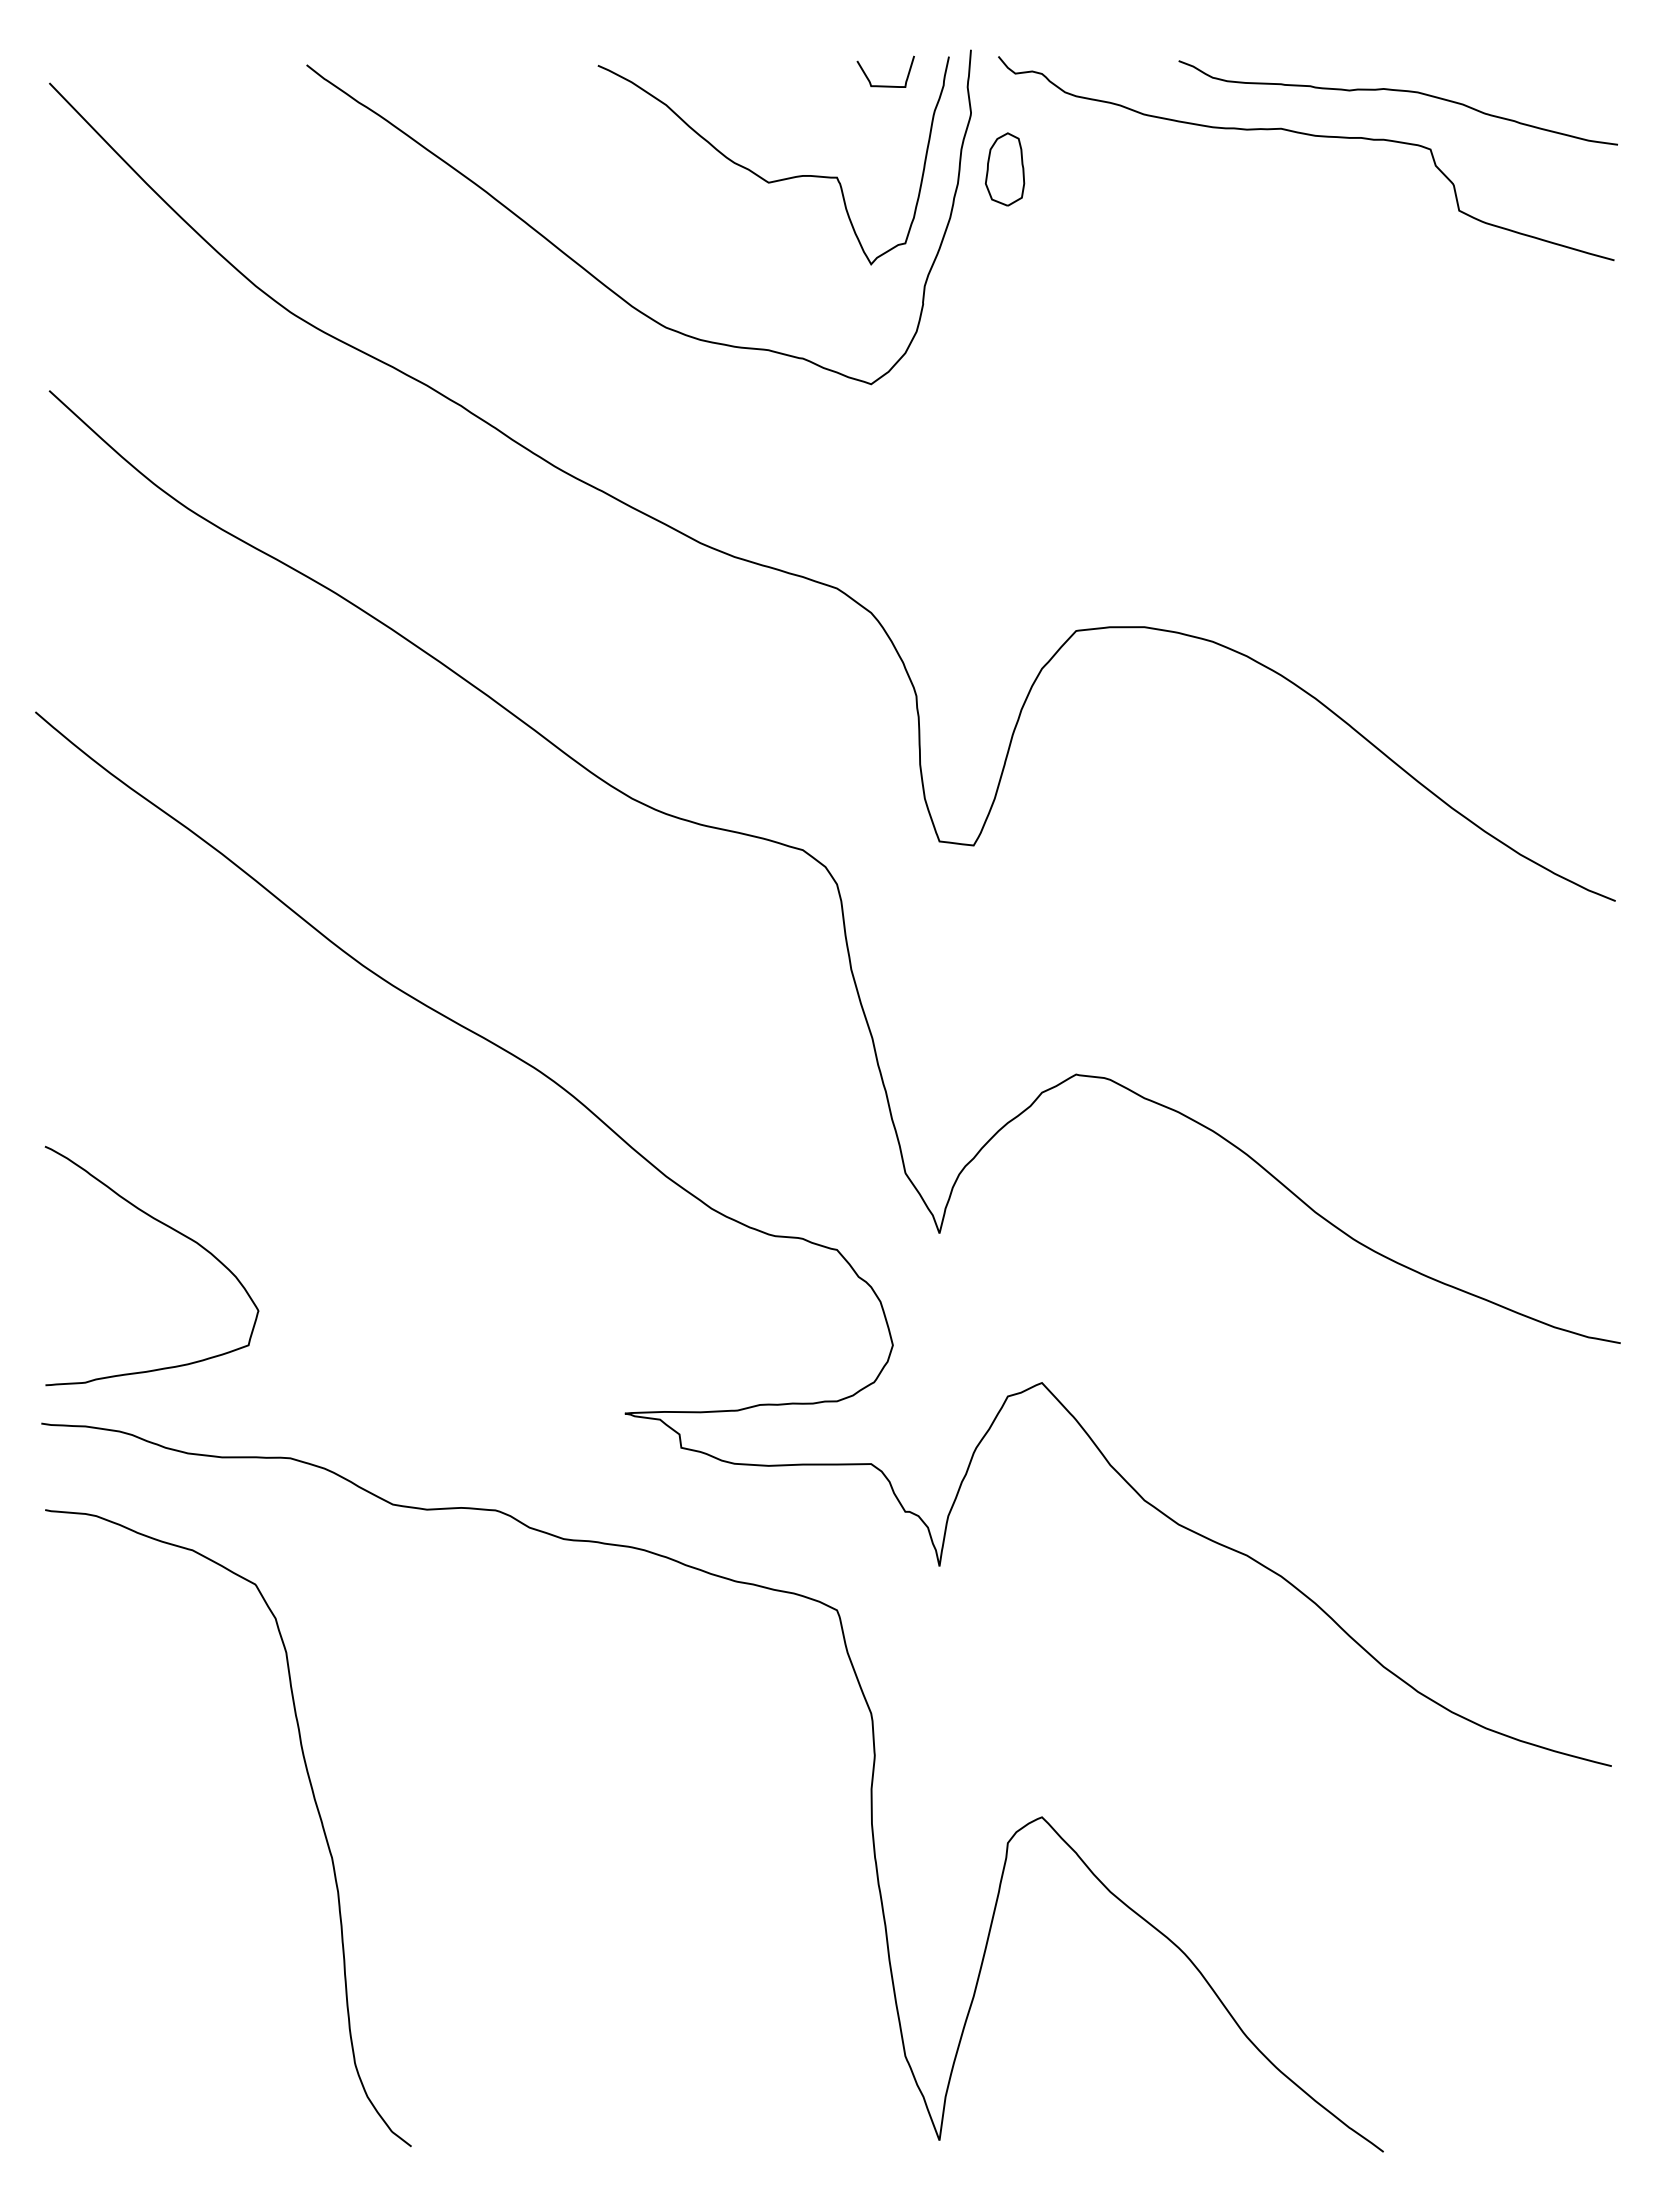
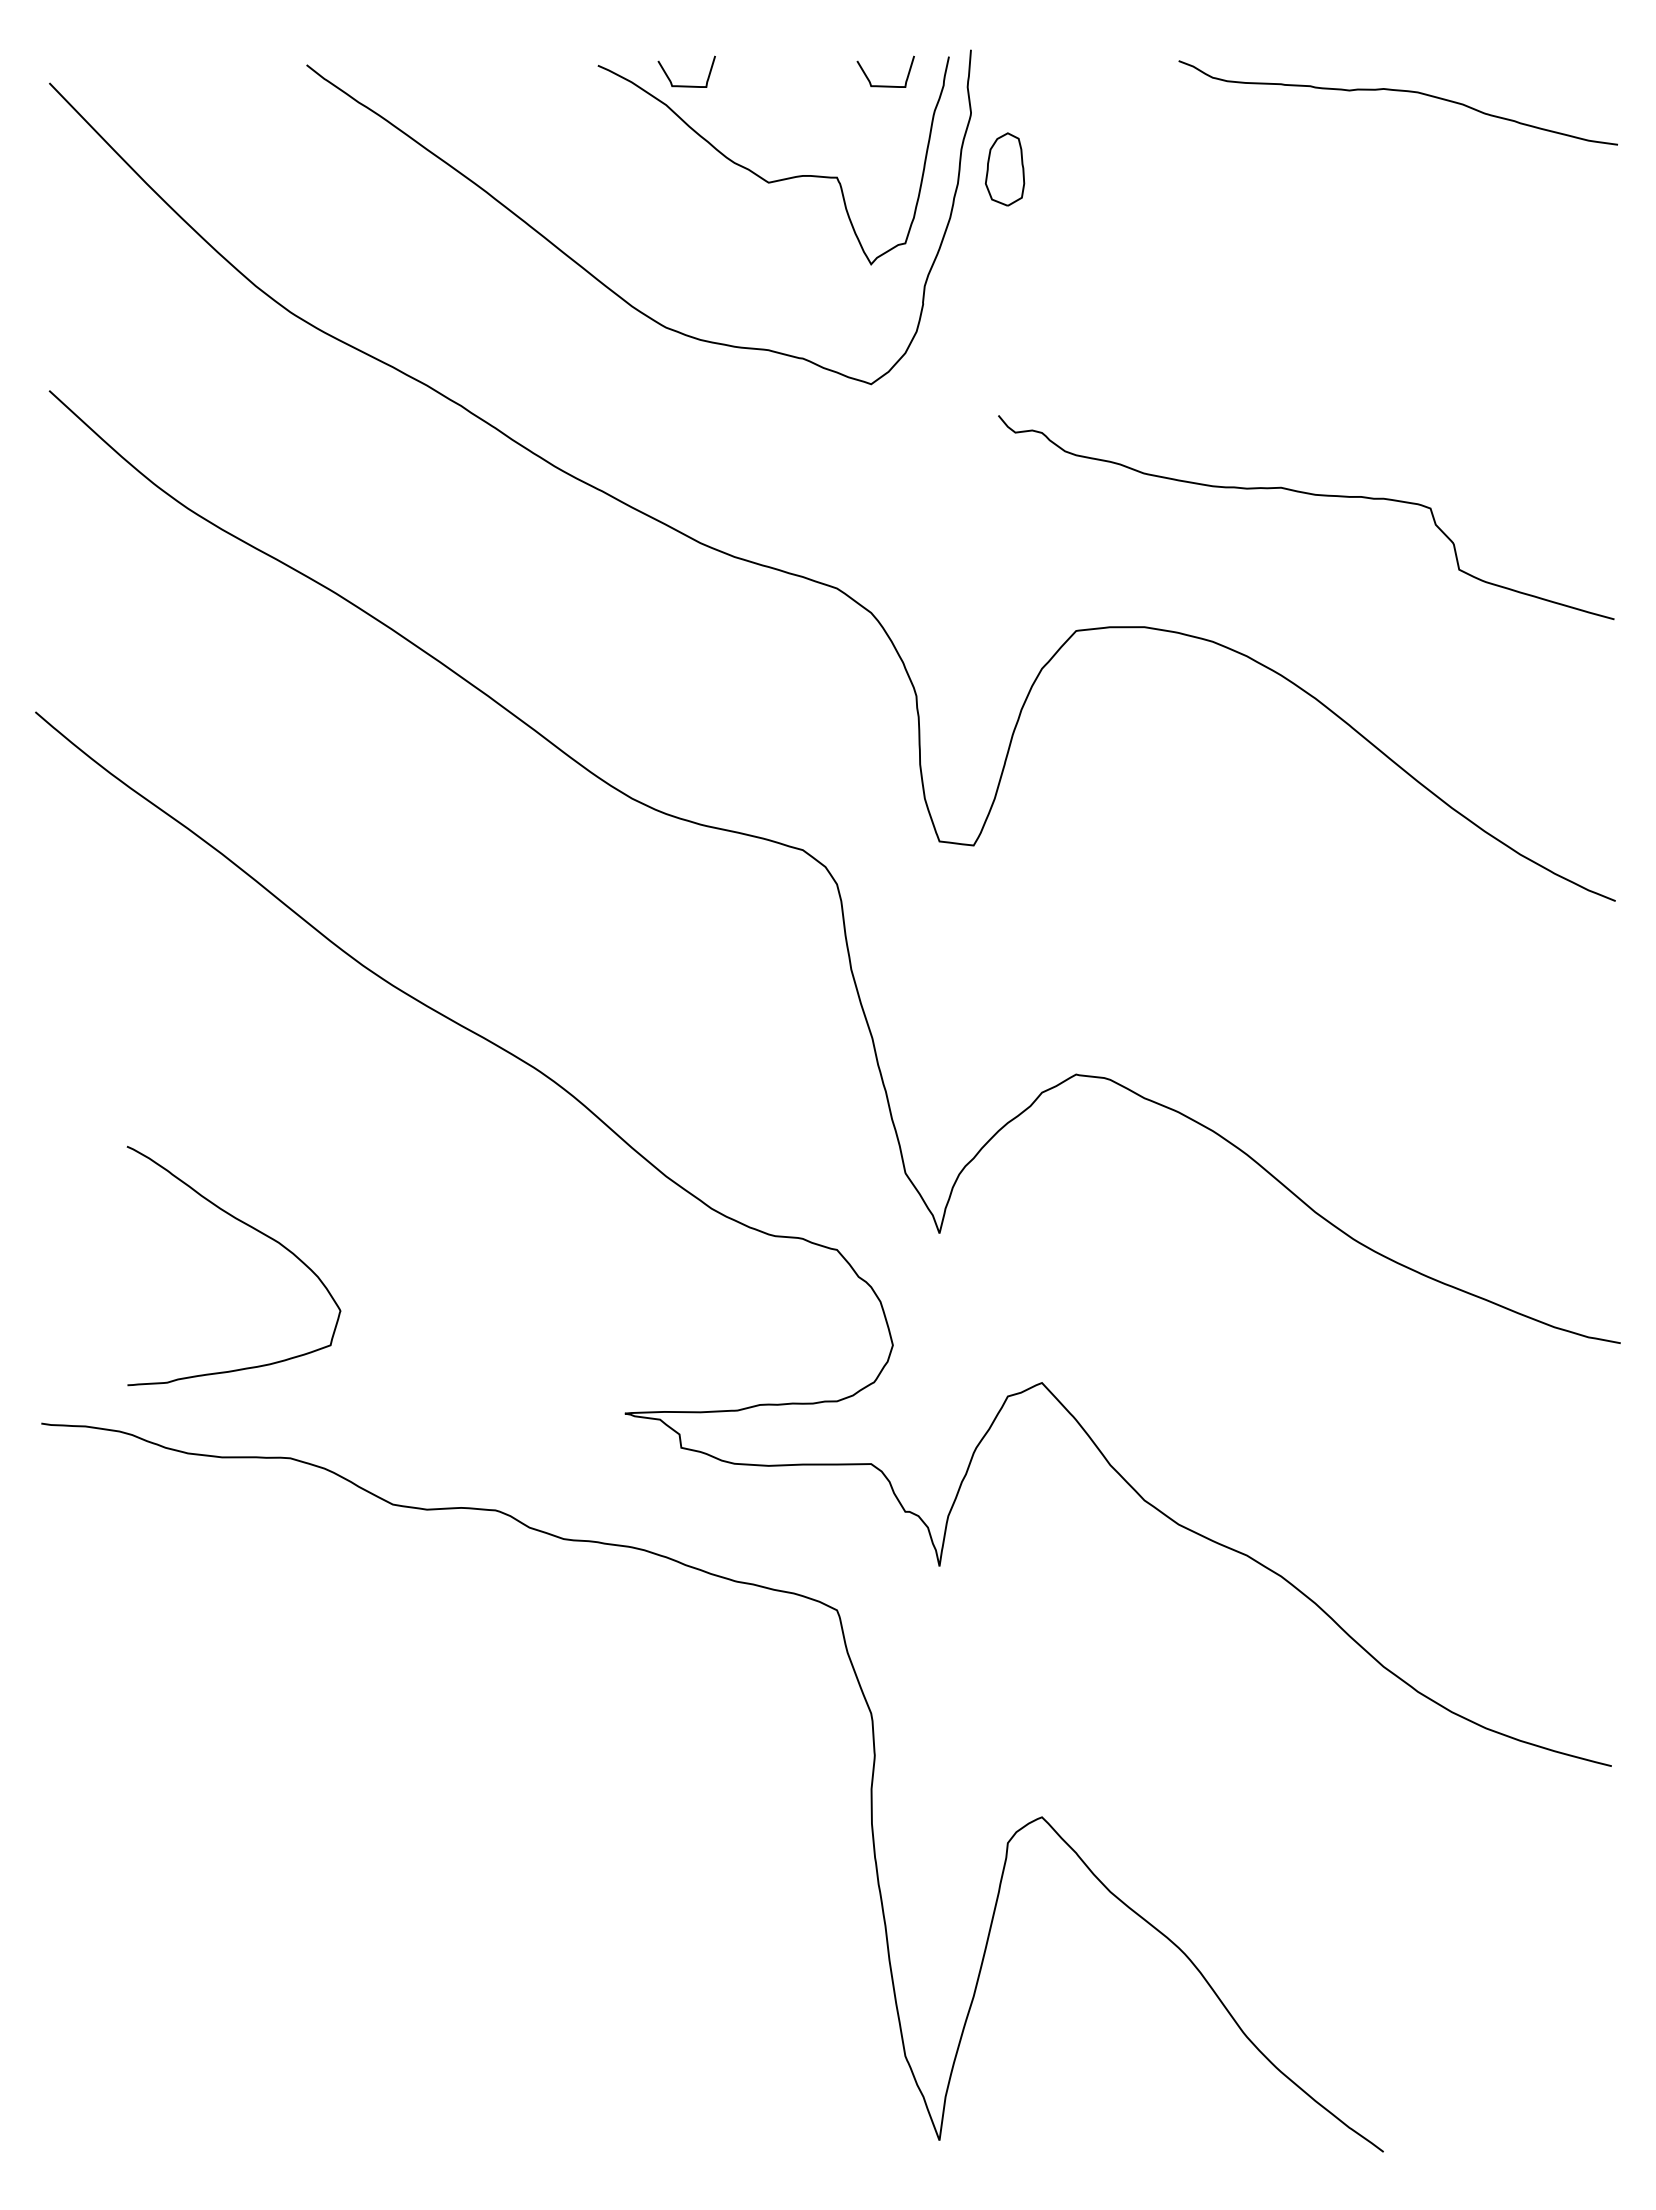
curve at (686, 85): none -> present
curve at (1312, 136) position: (1312, 136) -> (1312, 495)
curve at (171, 1229) position: (171, 1229) -> (253, 1229)
curve at (313, 1799): present -> none
